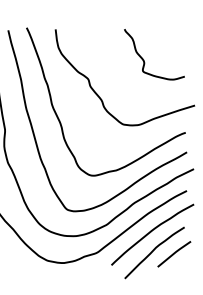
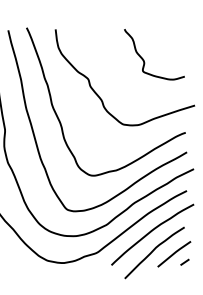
line at (184, 261): none -> present
